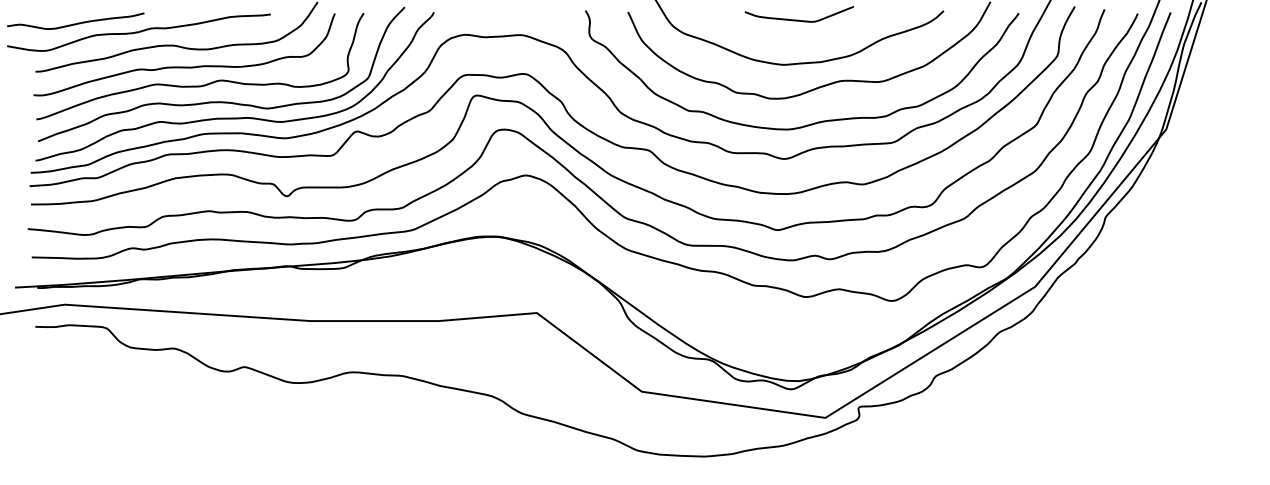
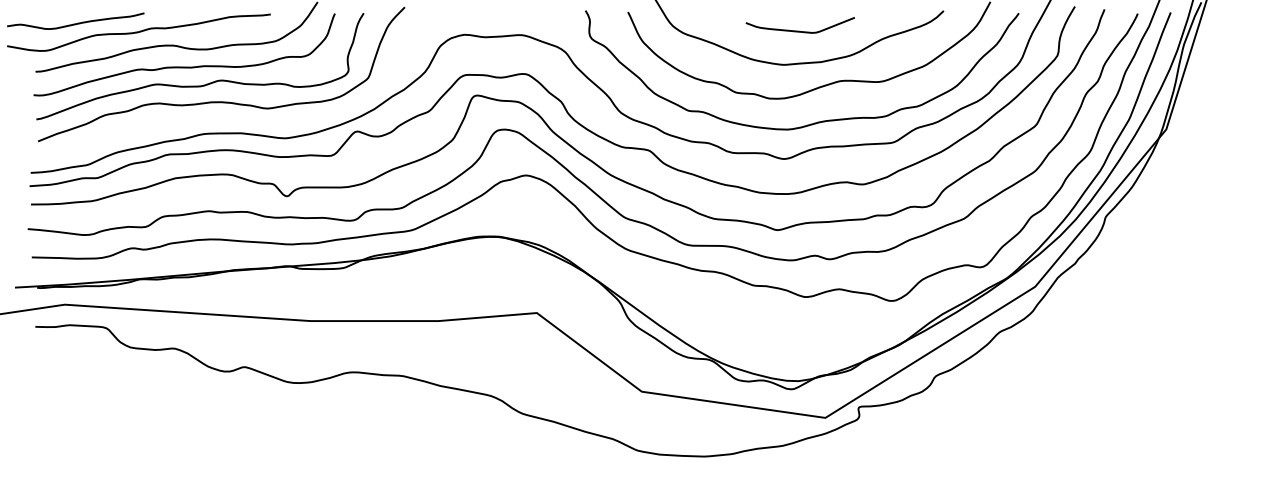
curve at (798, 19) position: (798, 19) -> (799, 30)
curve at (234, 117): present -> none
